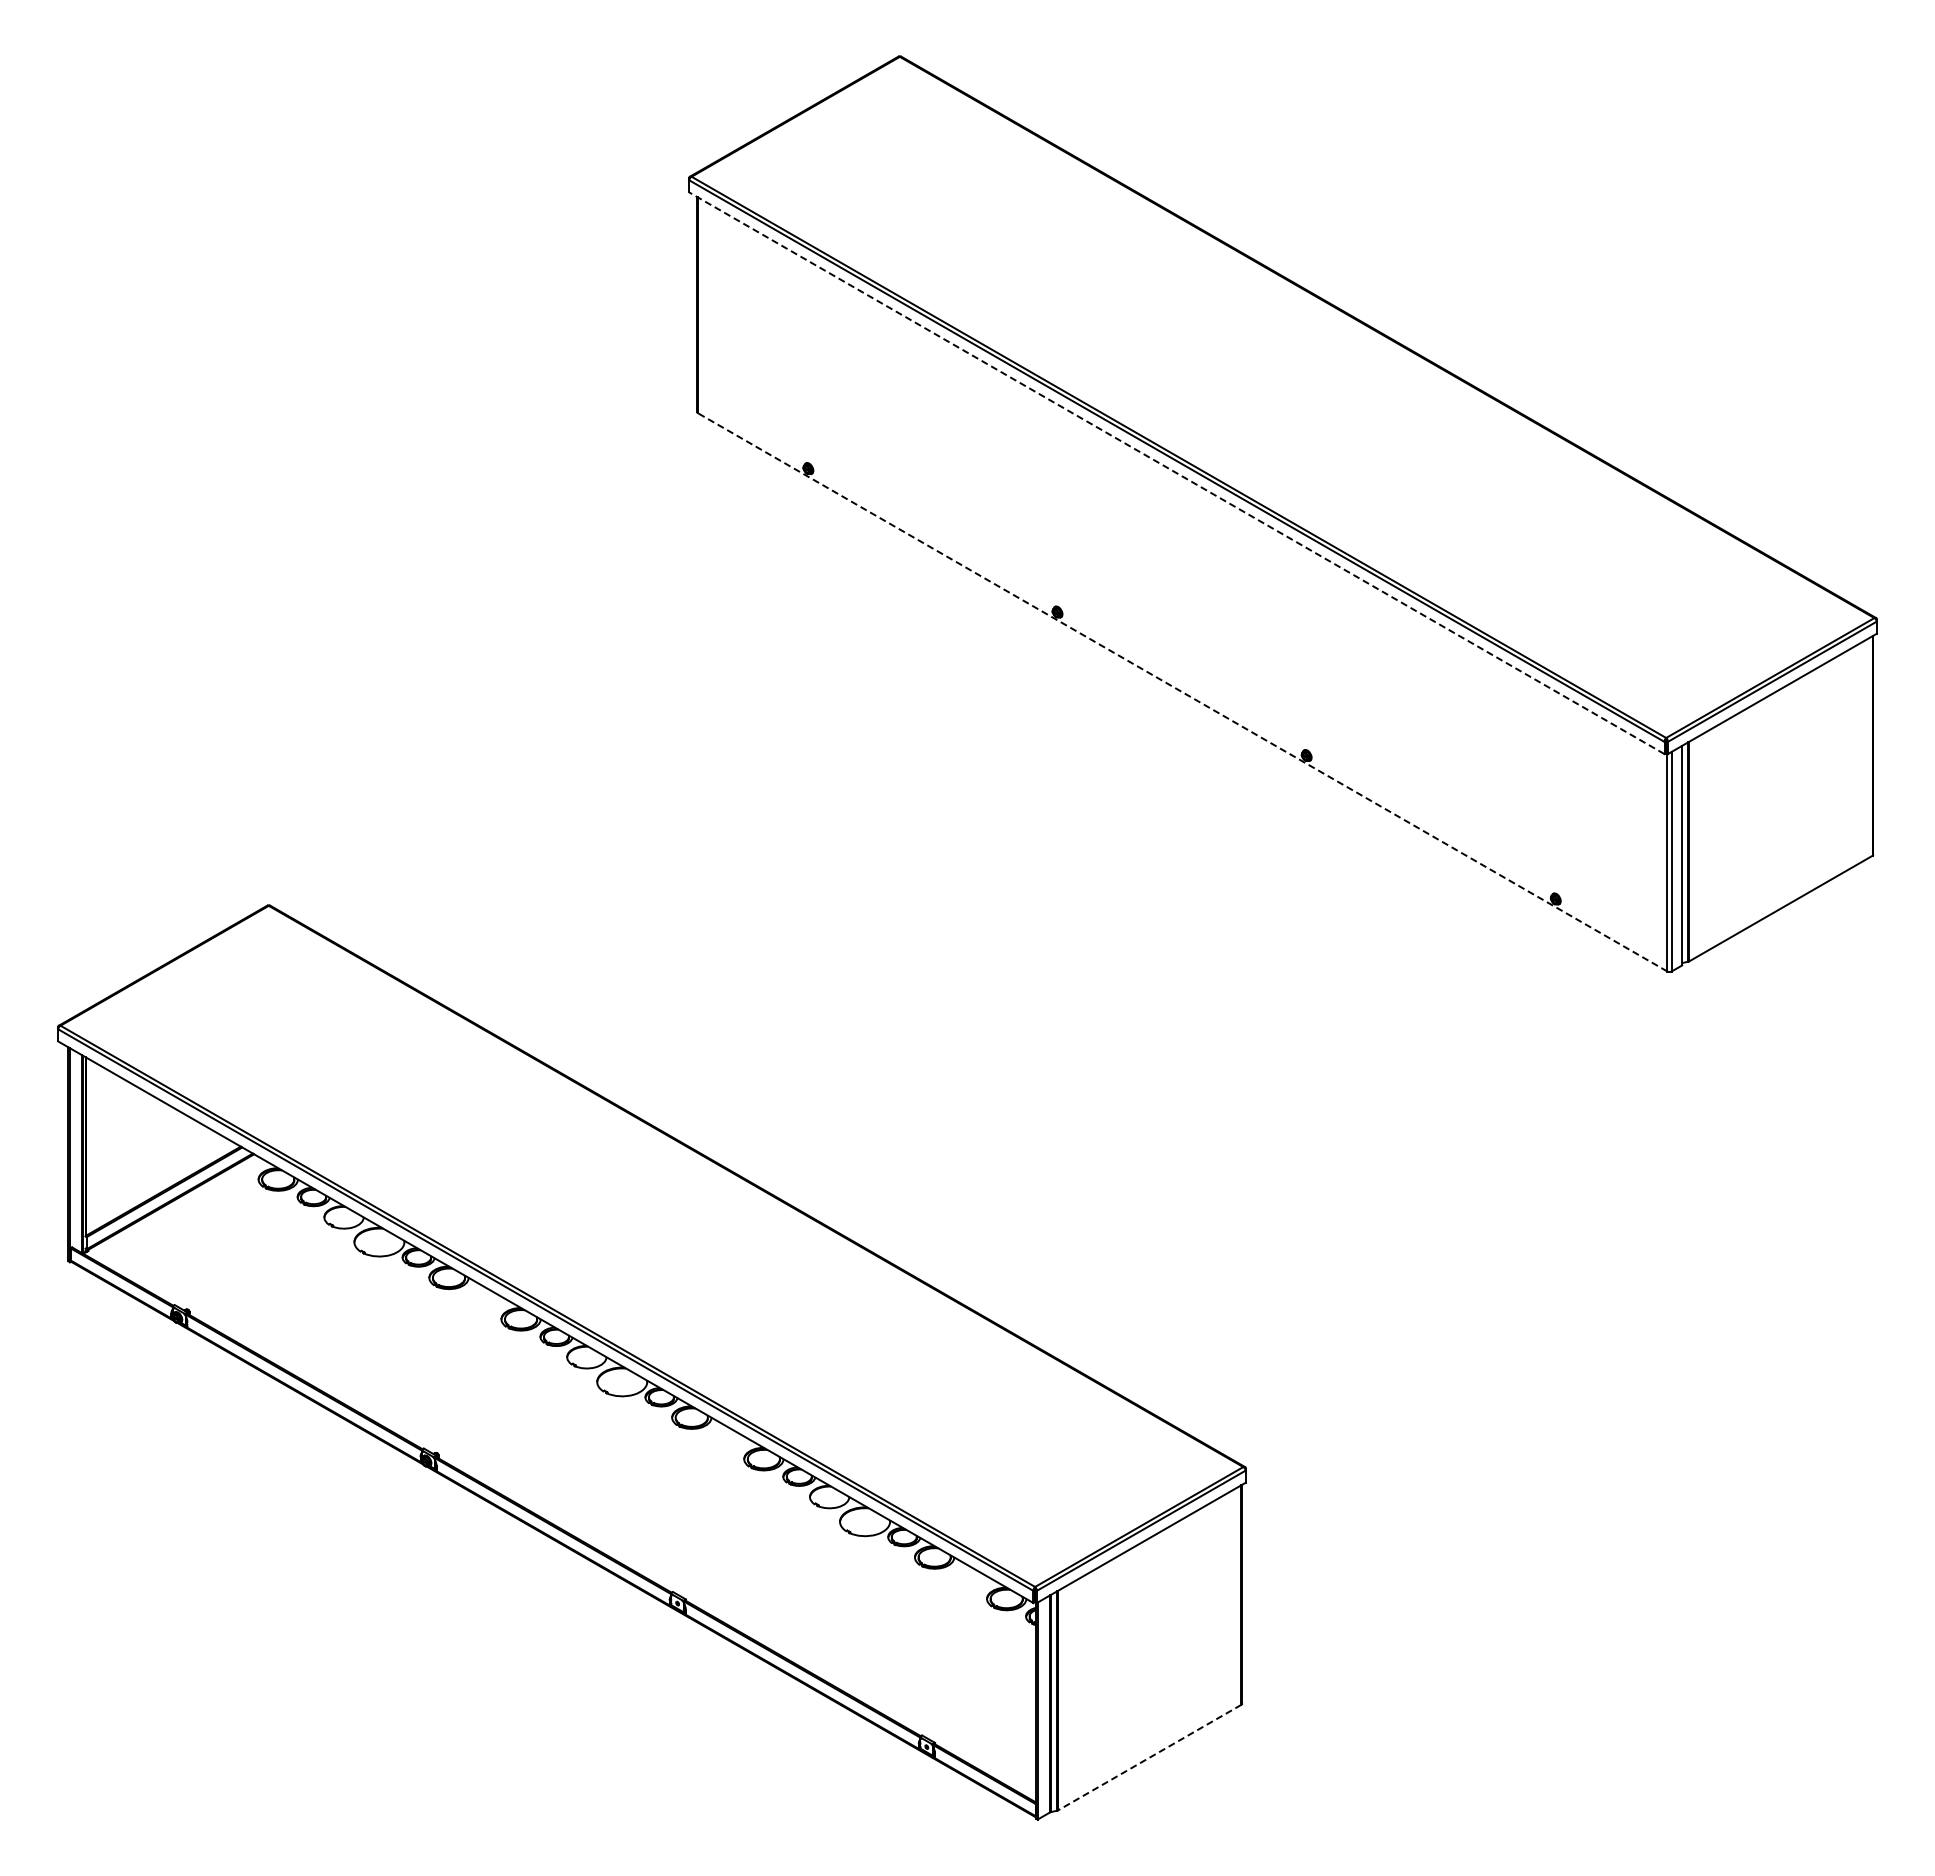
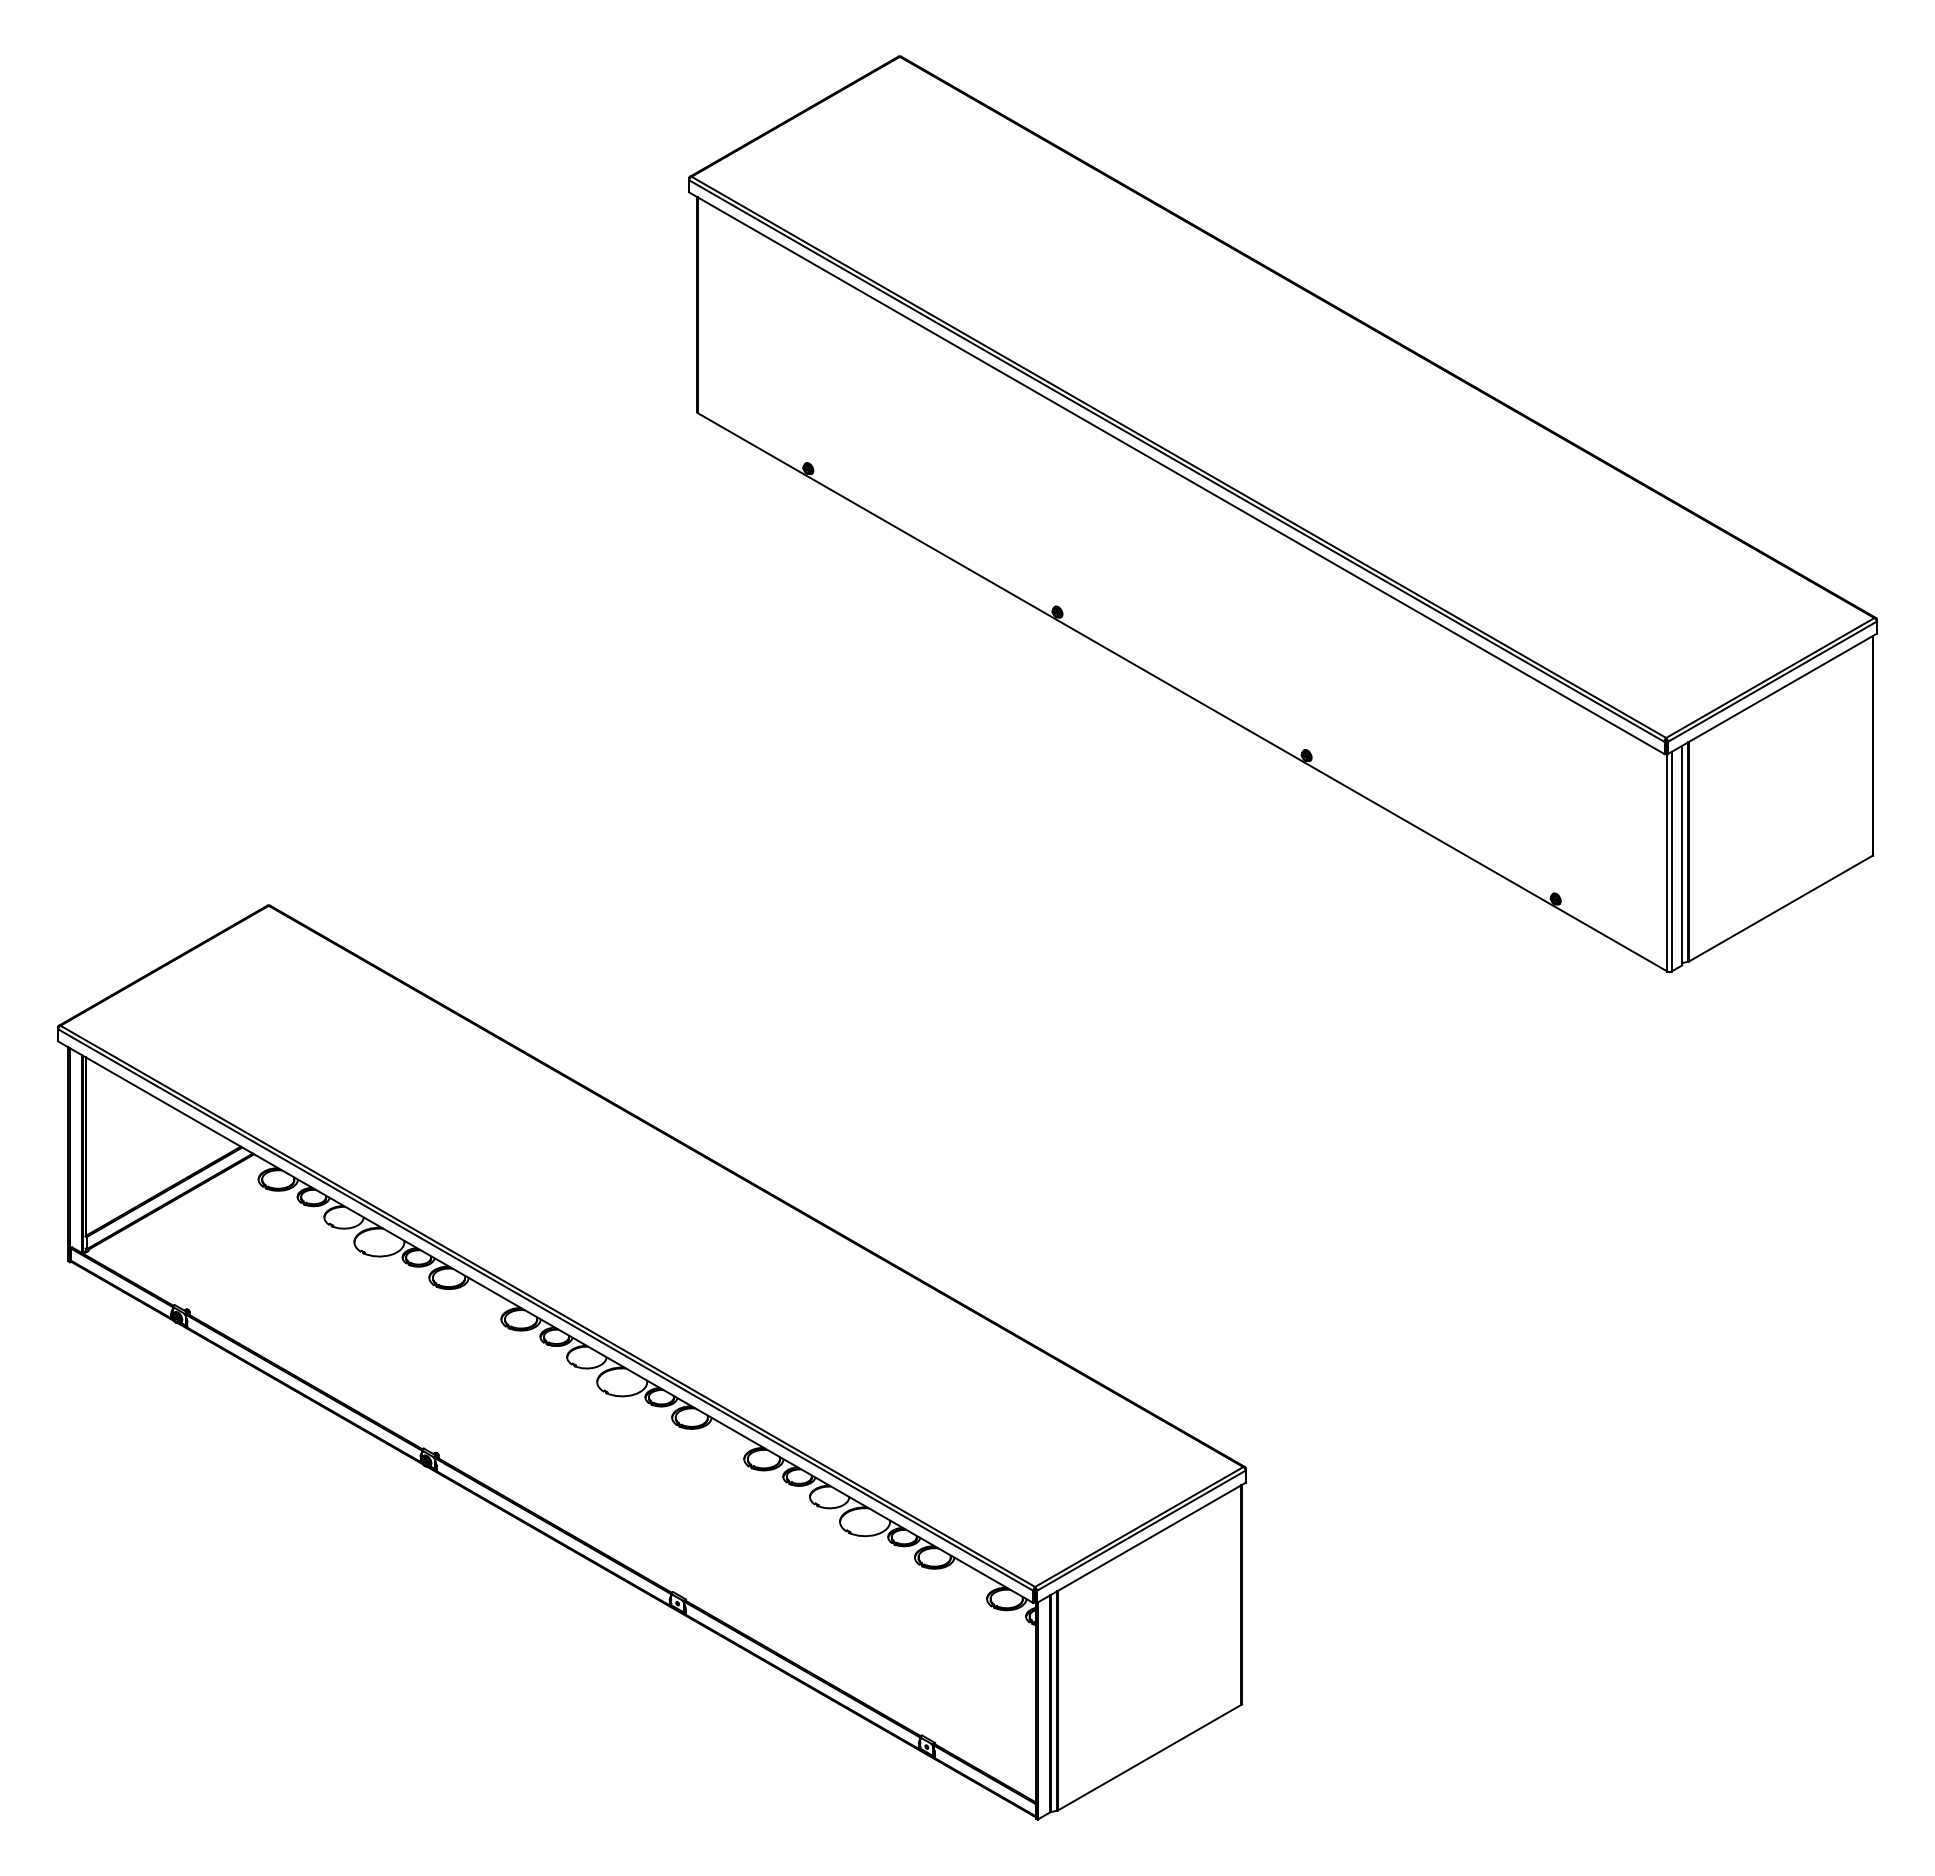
line at (1176, 473): dashed -> solid
line at (1182, 692): dashed -> solid
line at (1149, 1757): dashed -> solid
